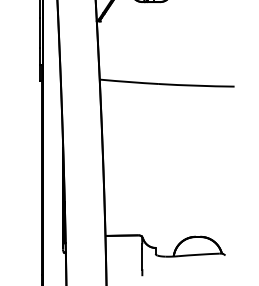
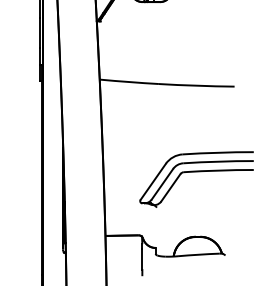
part at (196, 172): none -> present
